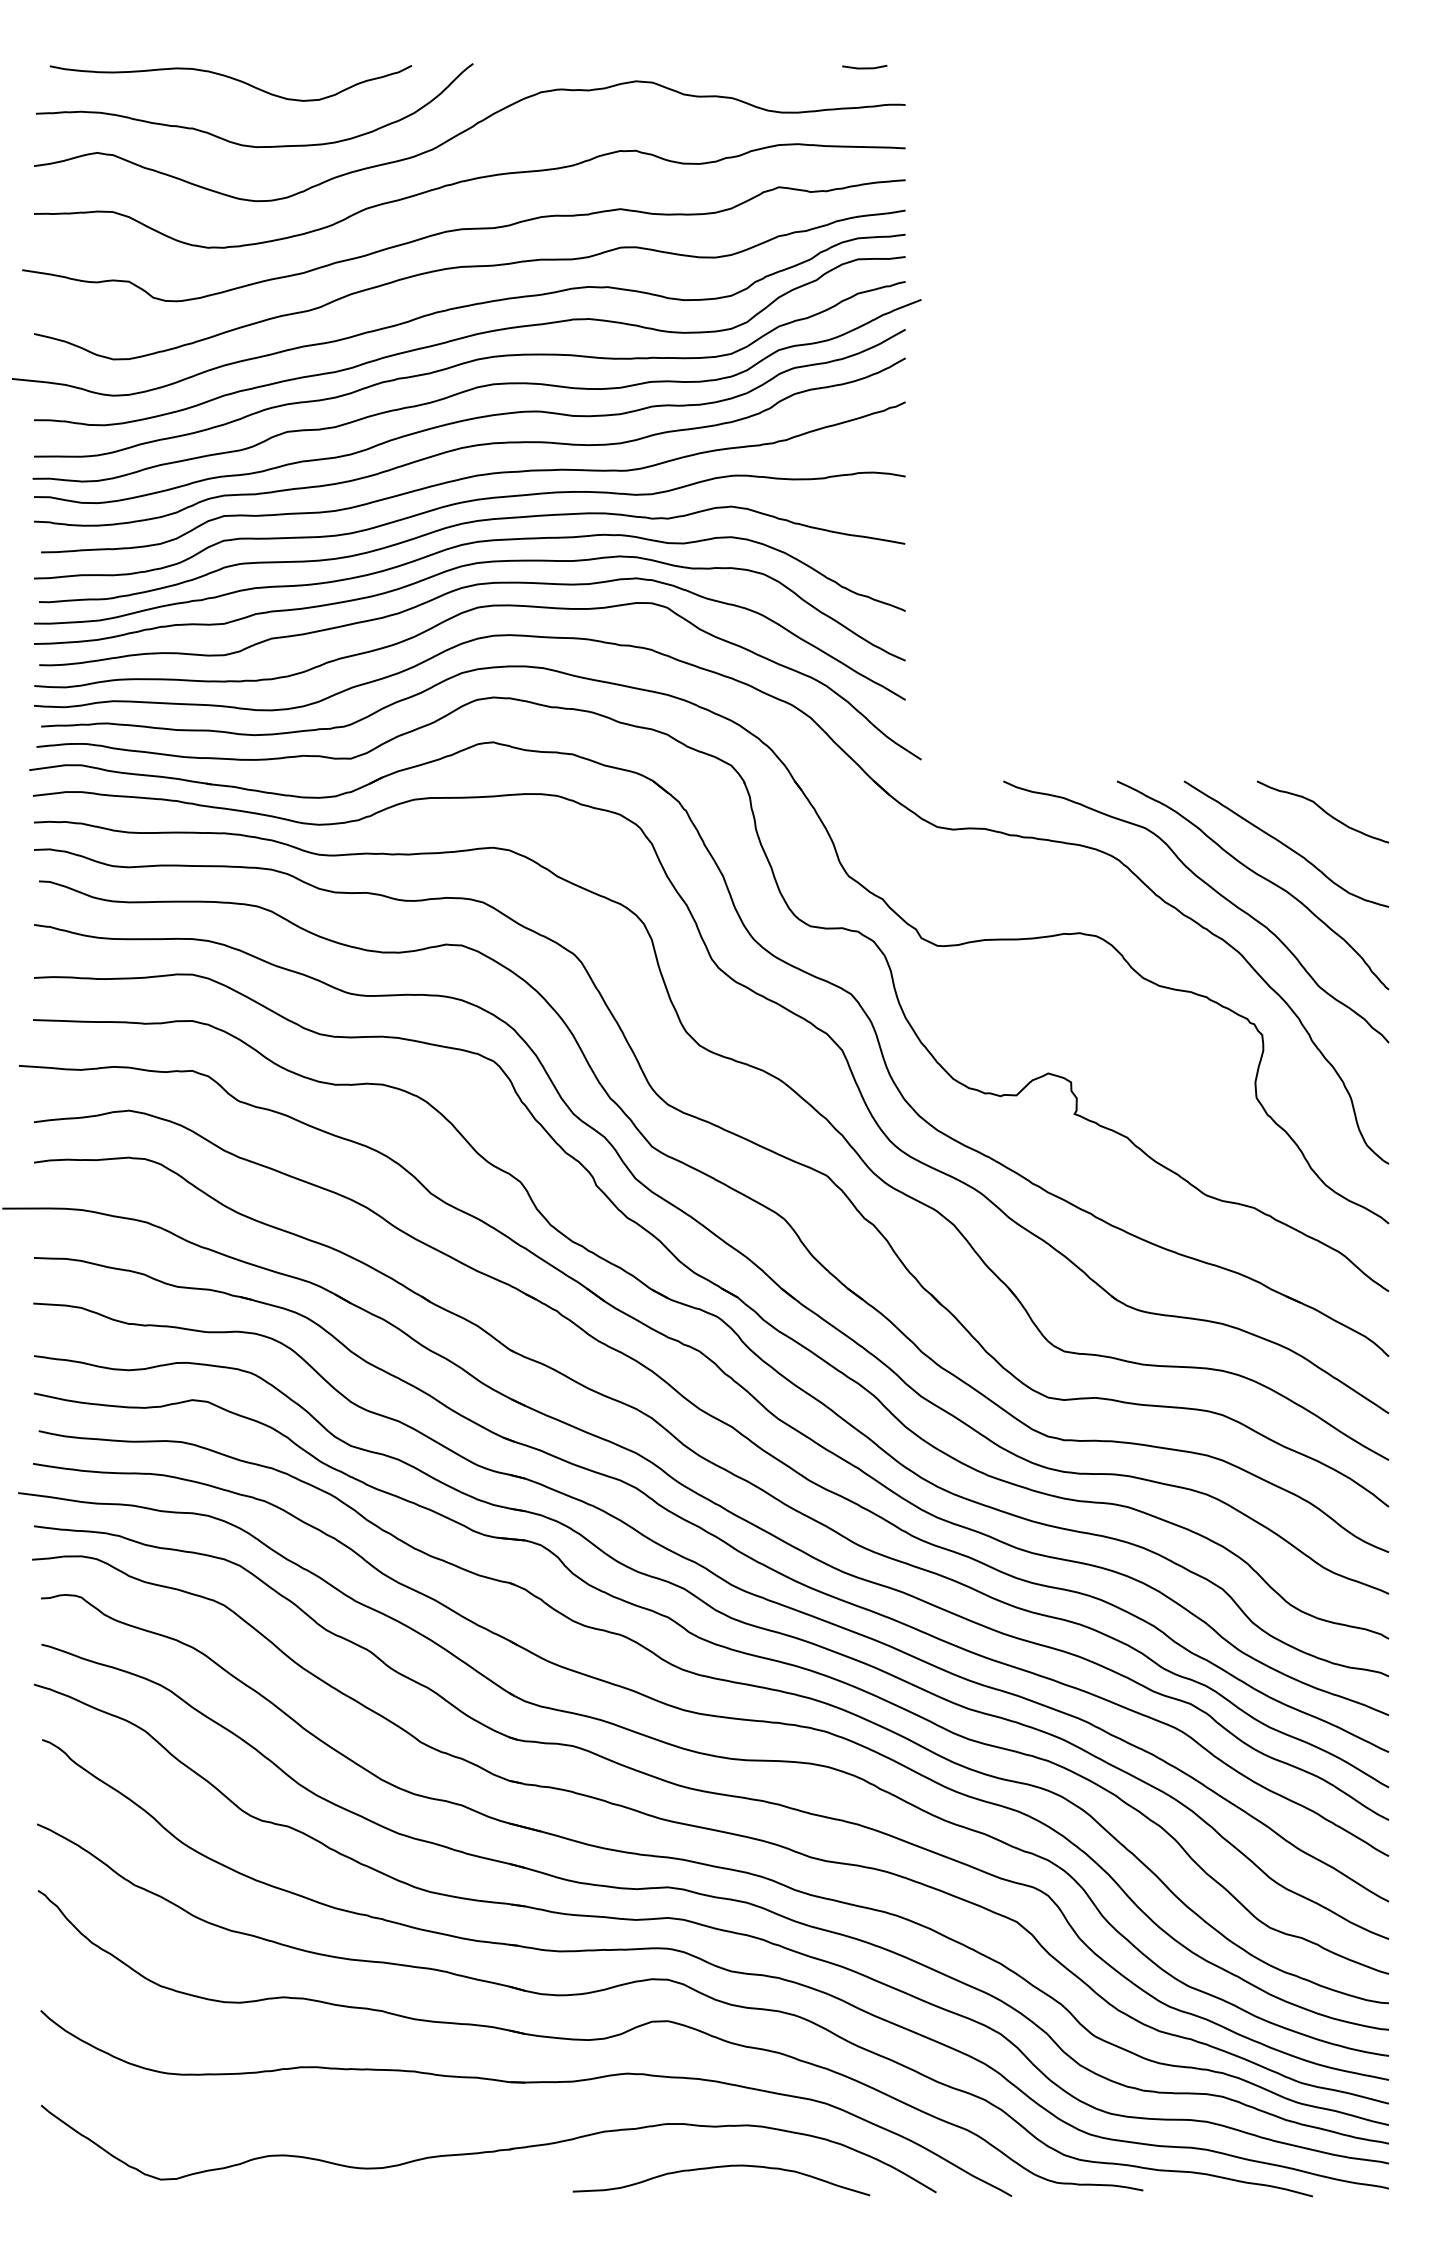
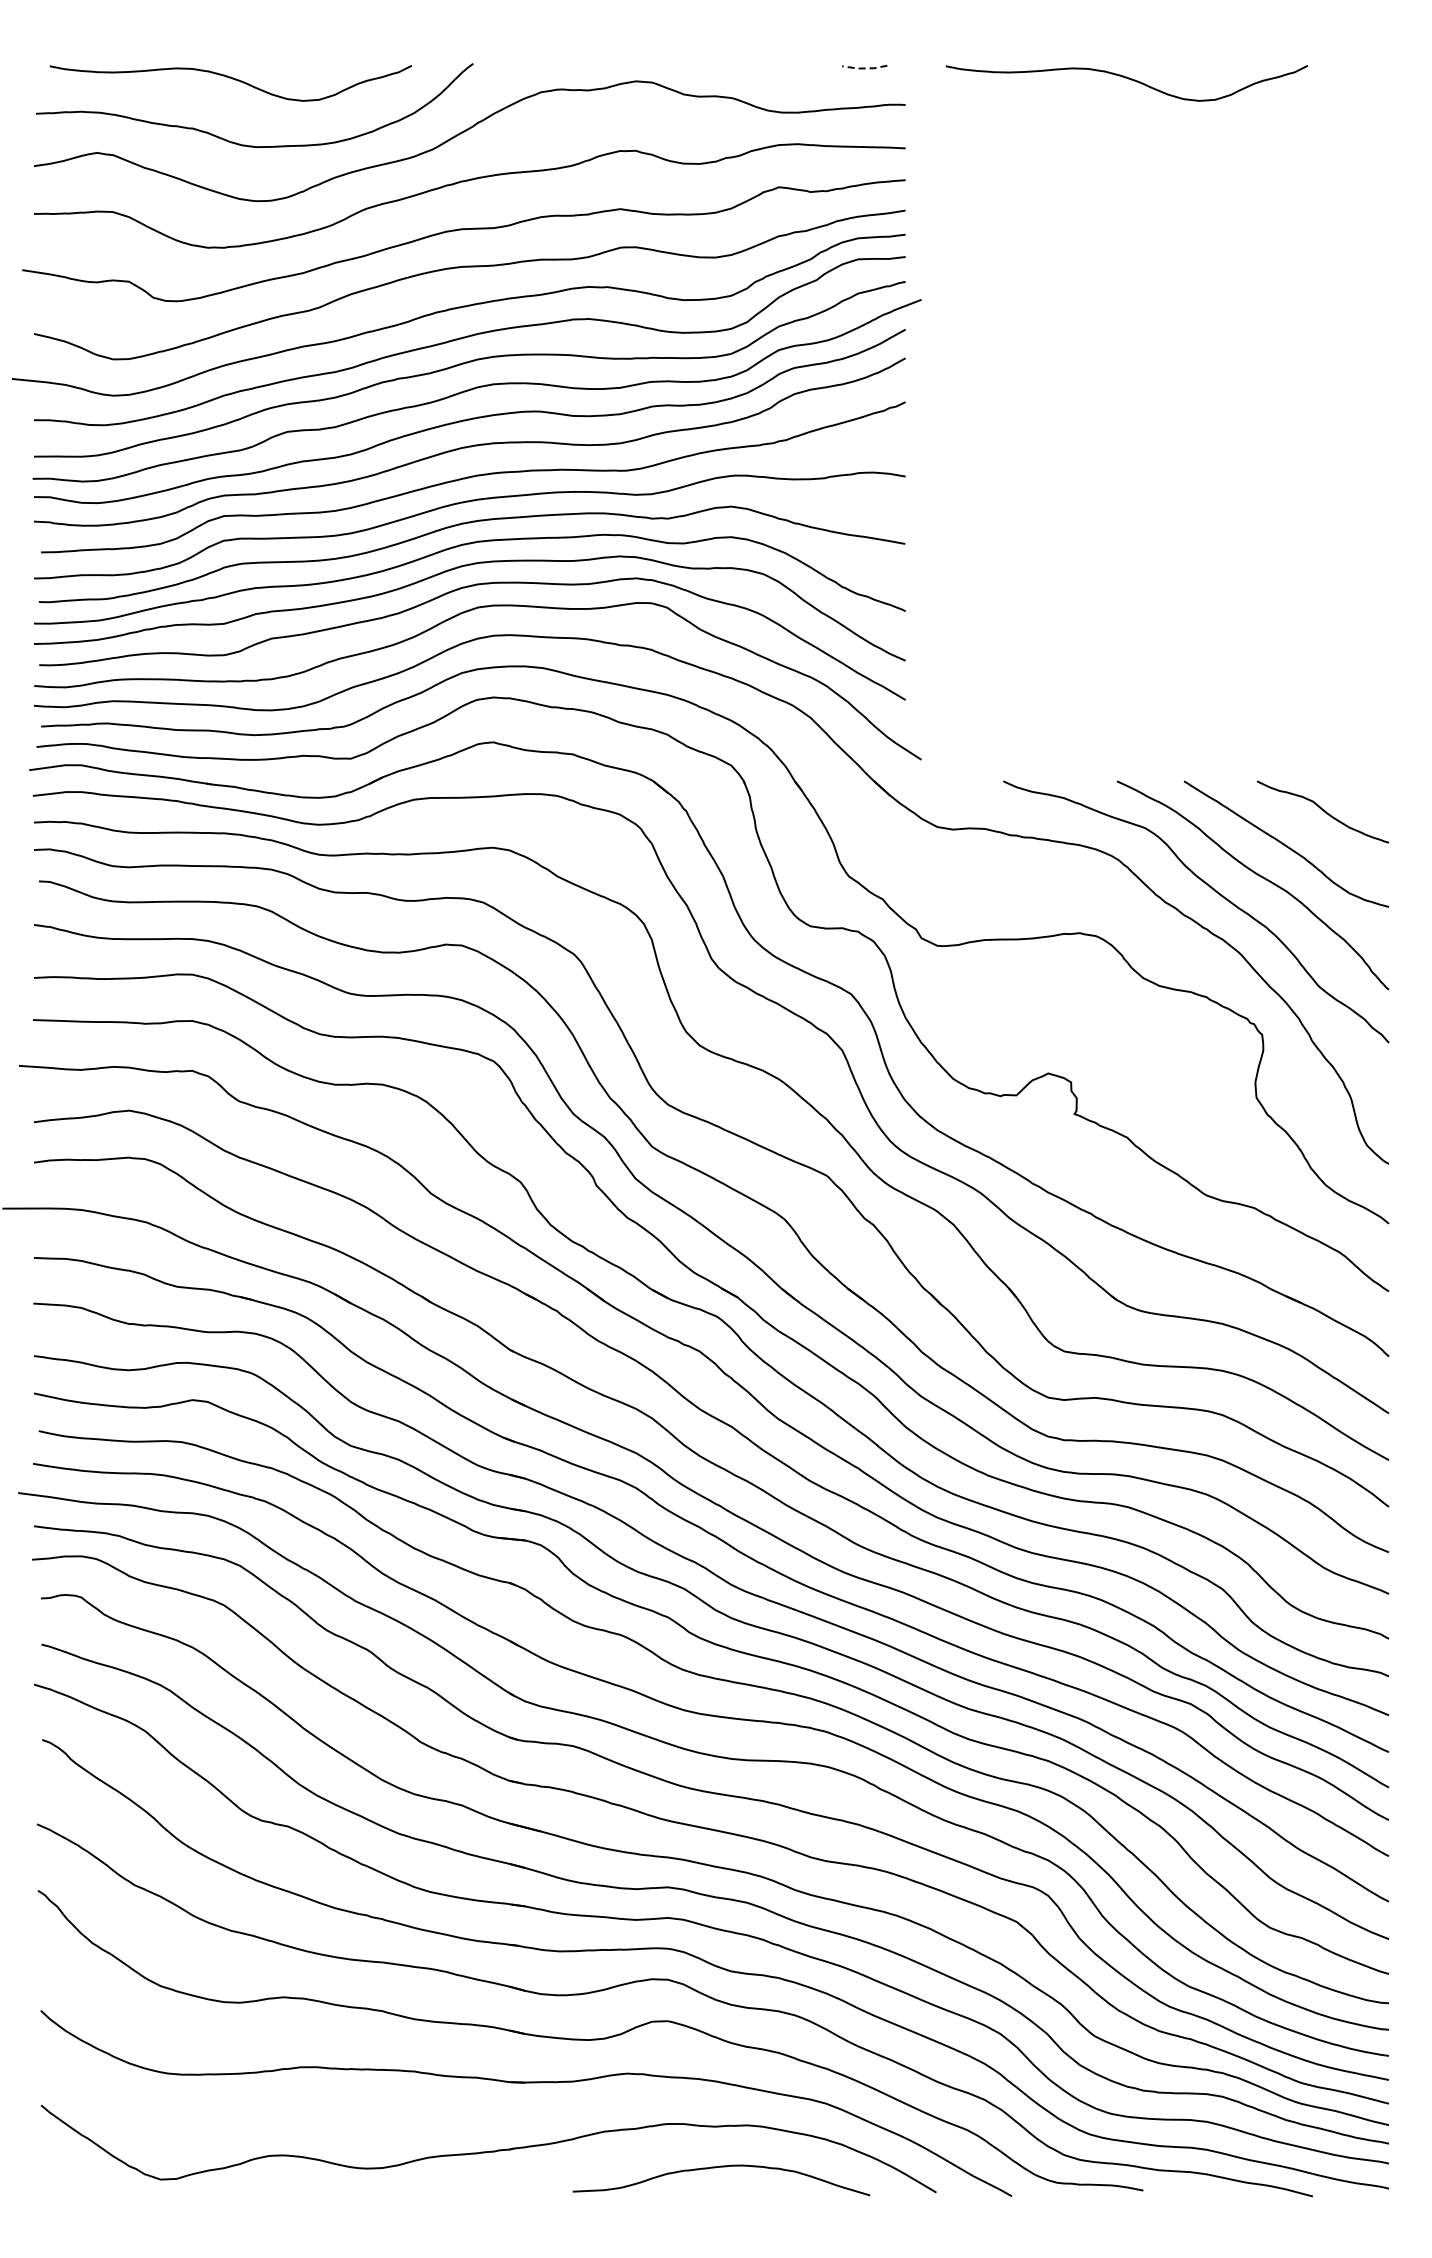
line at (864, 68): solid -> dashed
curve at (1128, 79): none -> present
